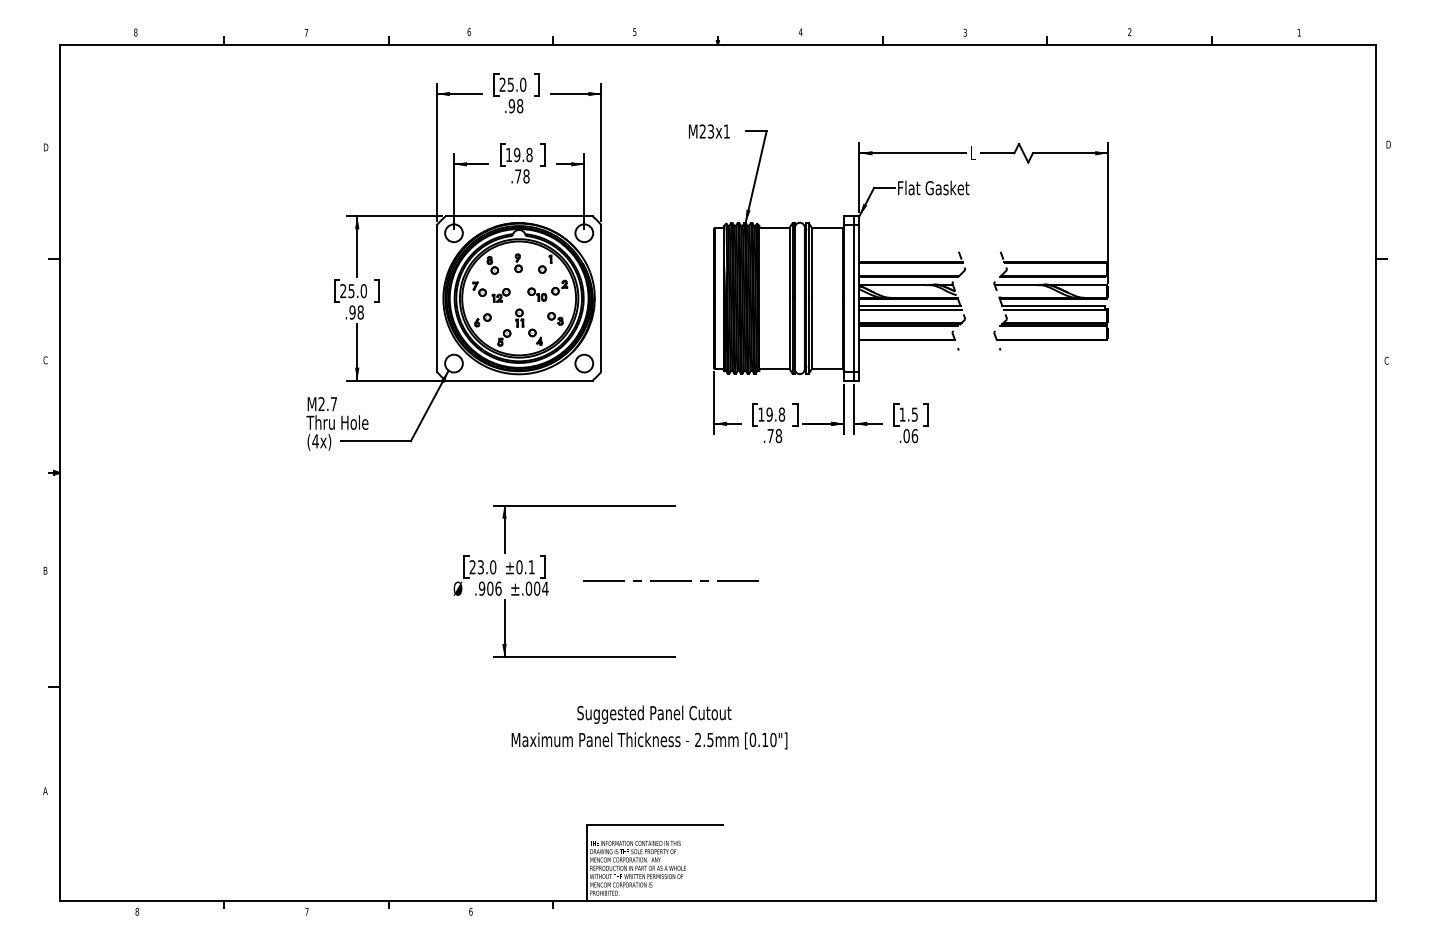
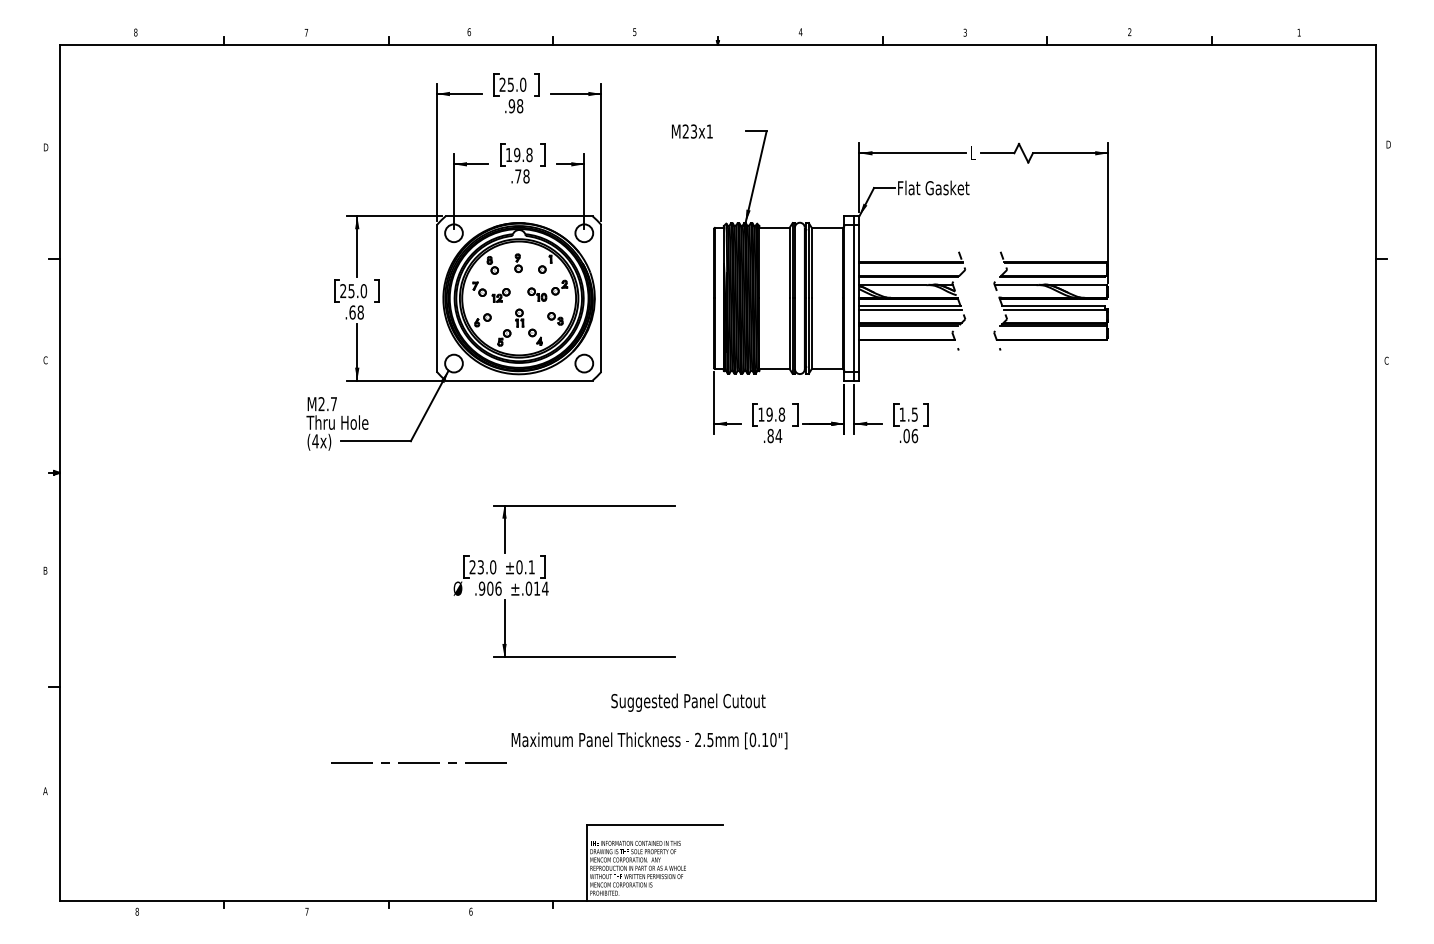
text at (709, 131) position: (709, 131) -> (692, 131)
text at (352, 312): .98 -> .68
text at (774, 435): .78 -> .84
line at (670, 580) position: (670, 580) -> (418, 762)
text at (537, 588): ±.004 -> ±.014
text at (654, 714) position: (654, 714) -> (688, 702)
